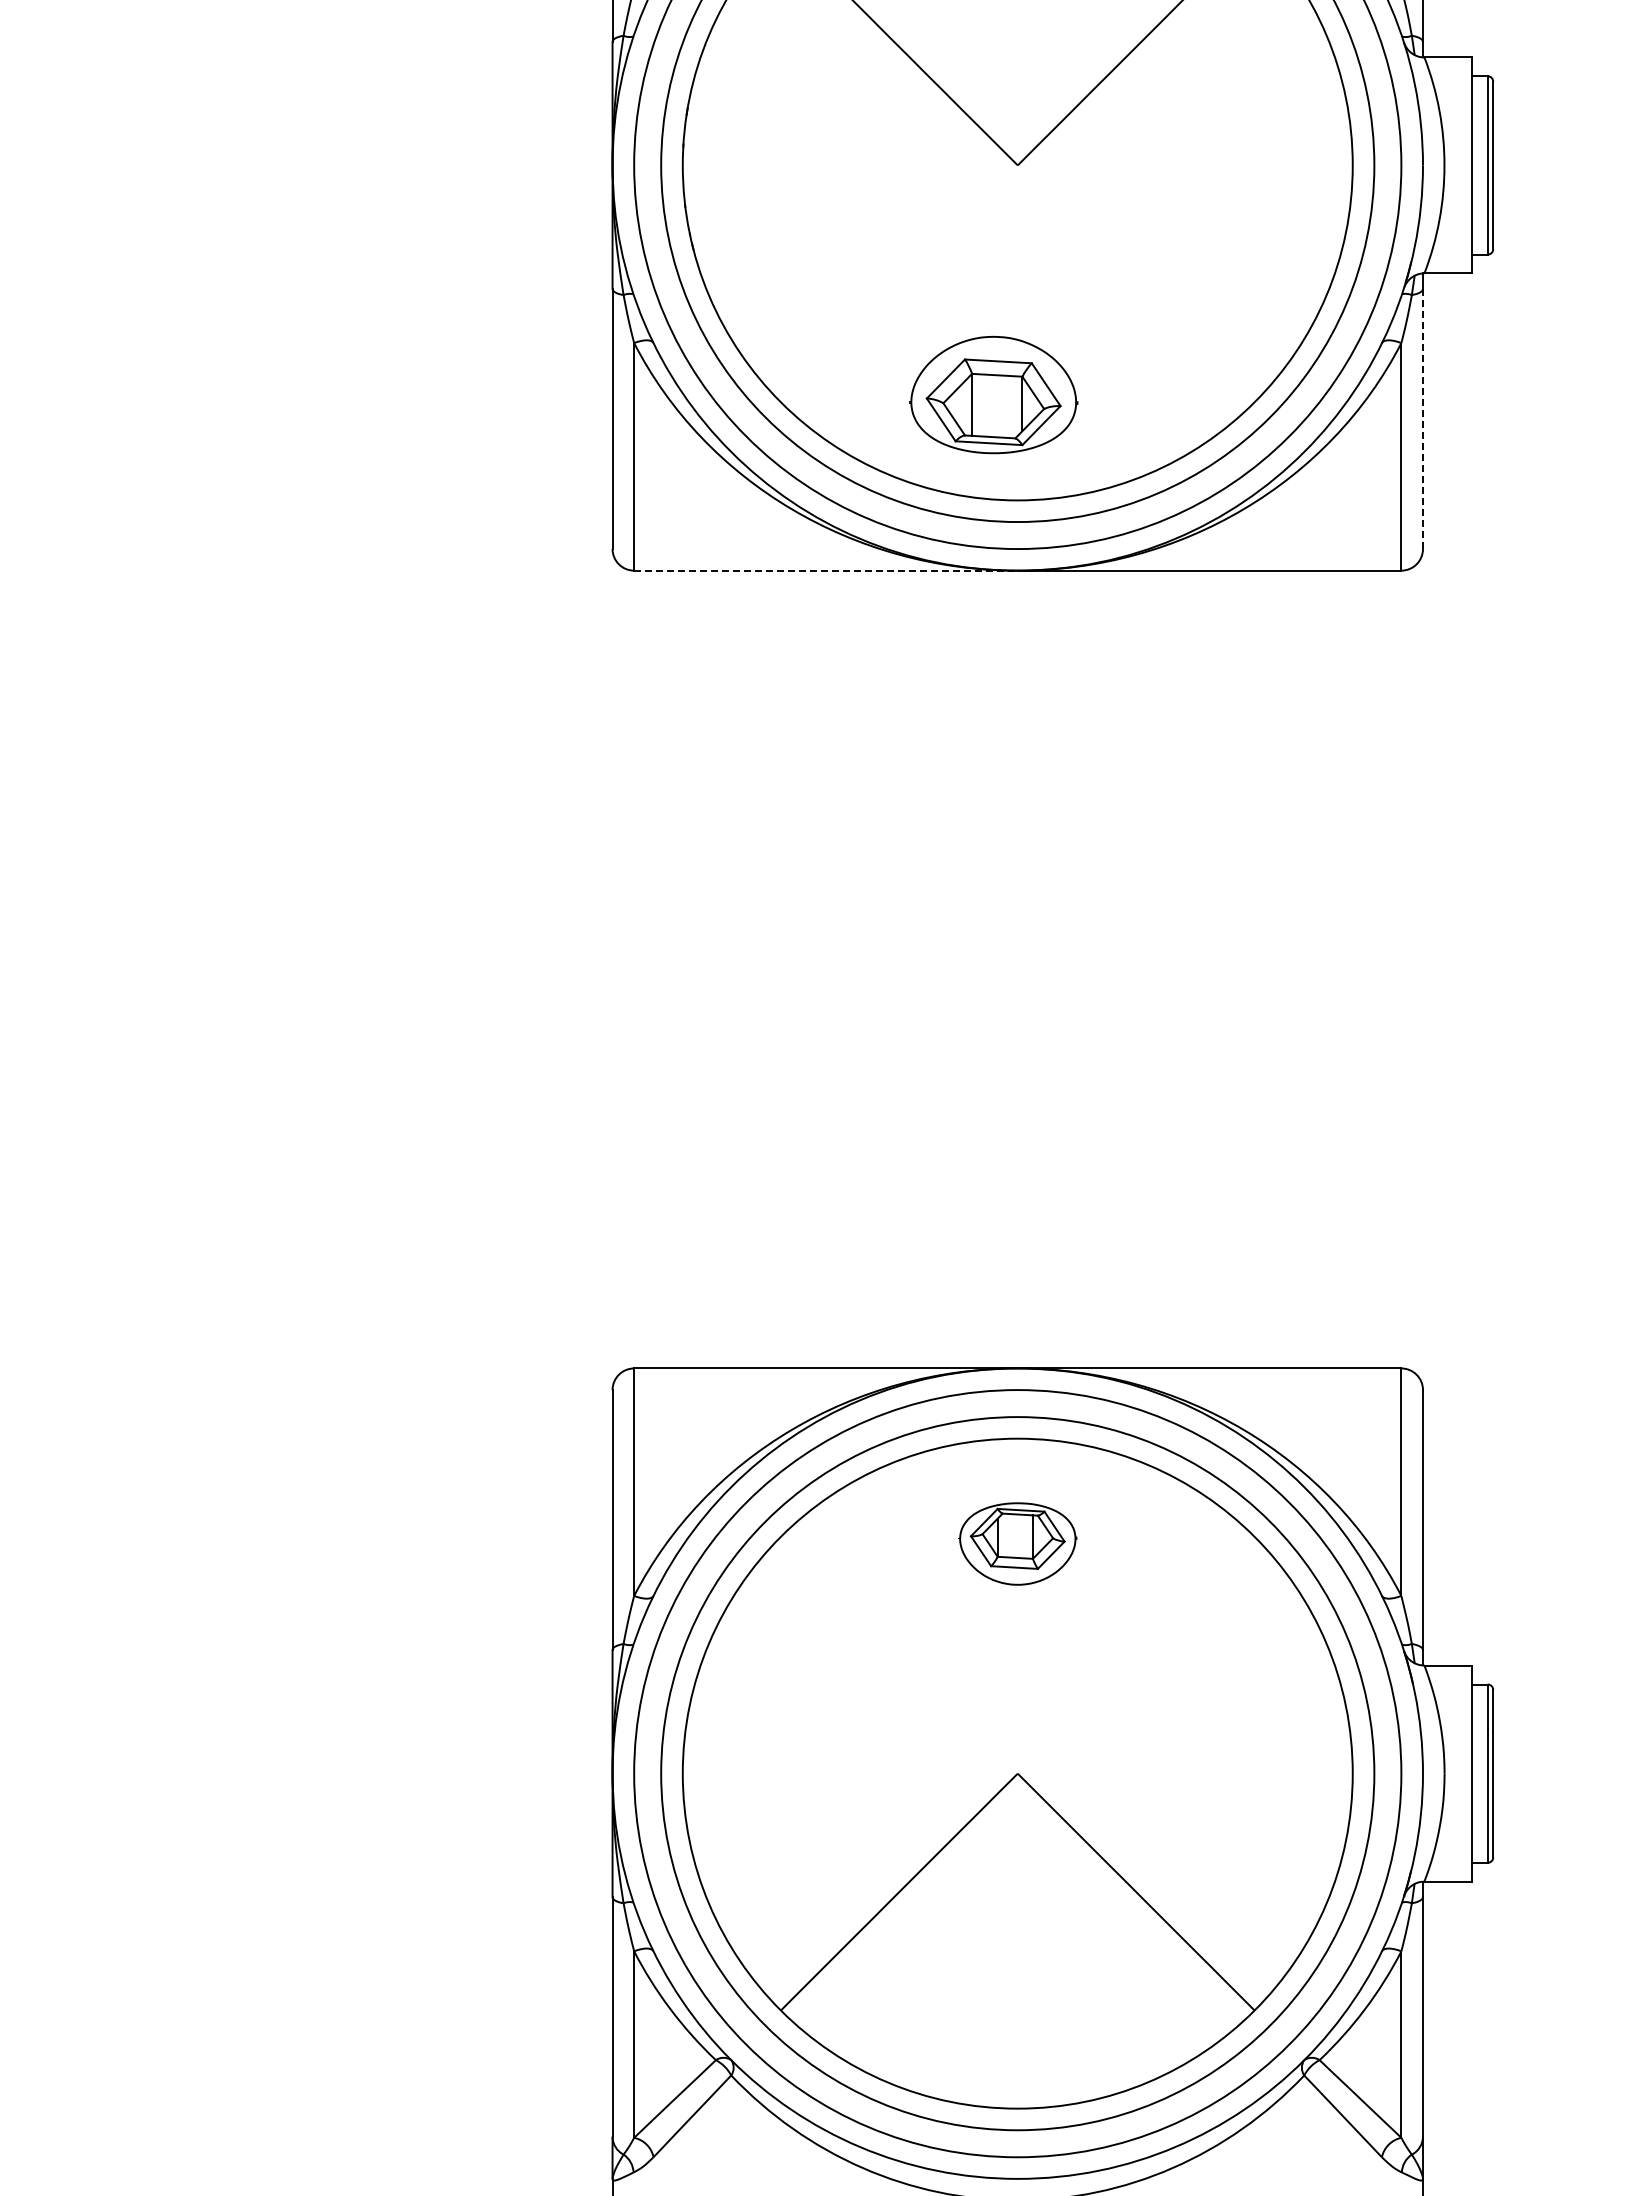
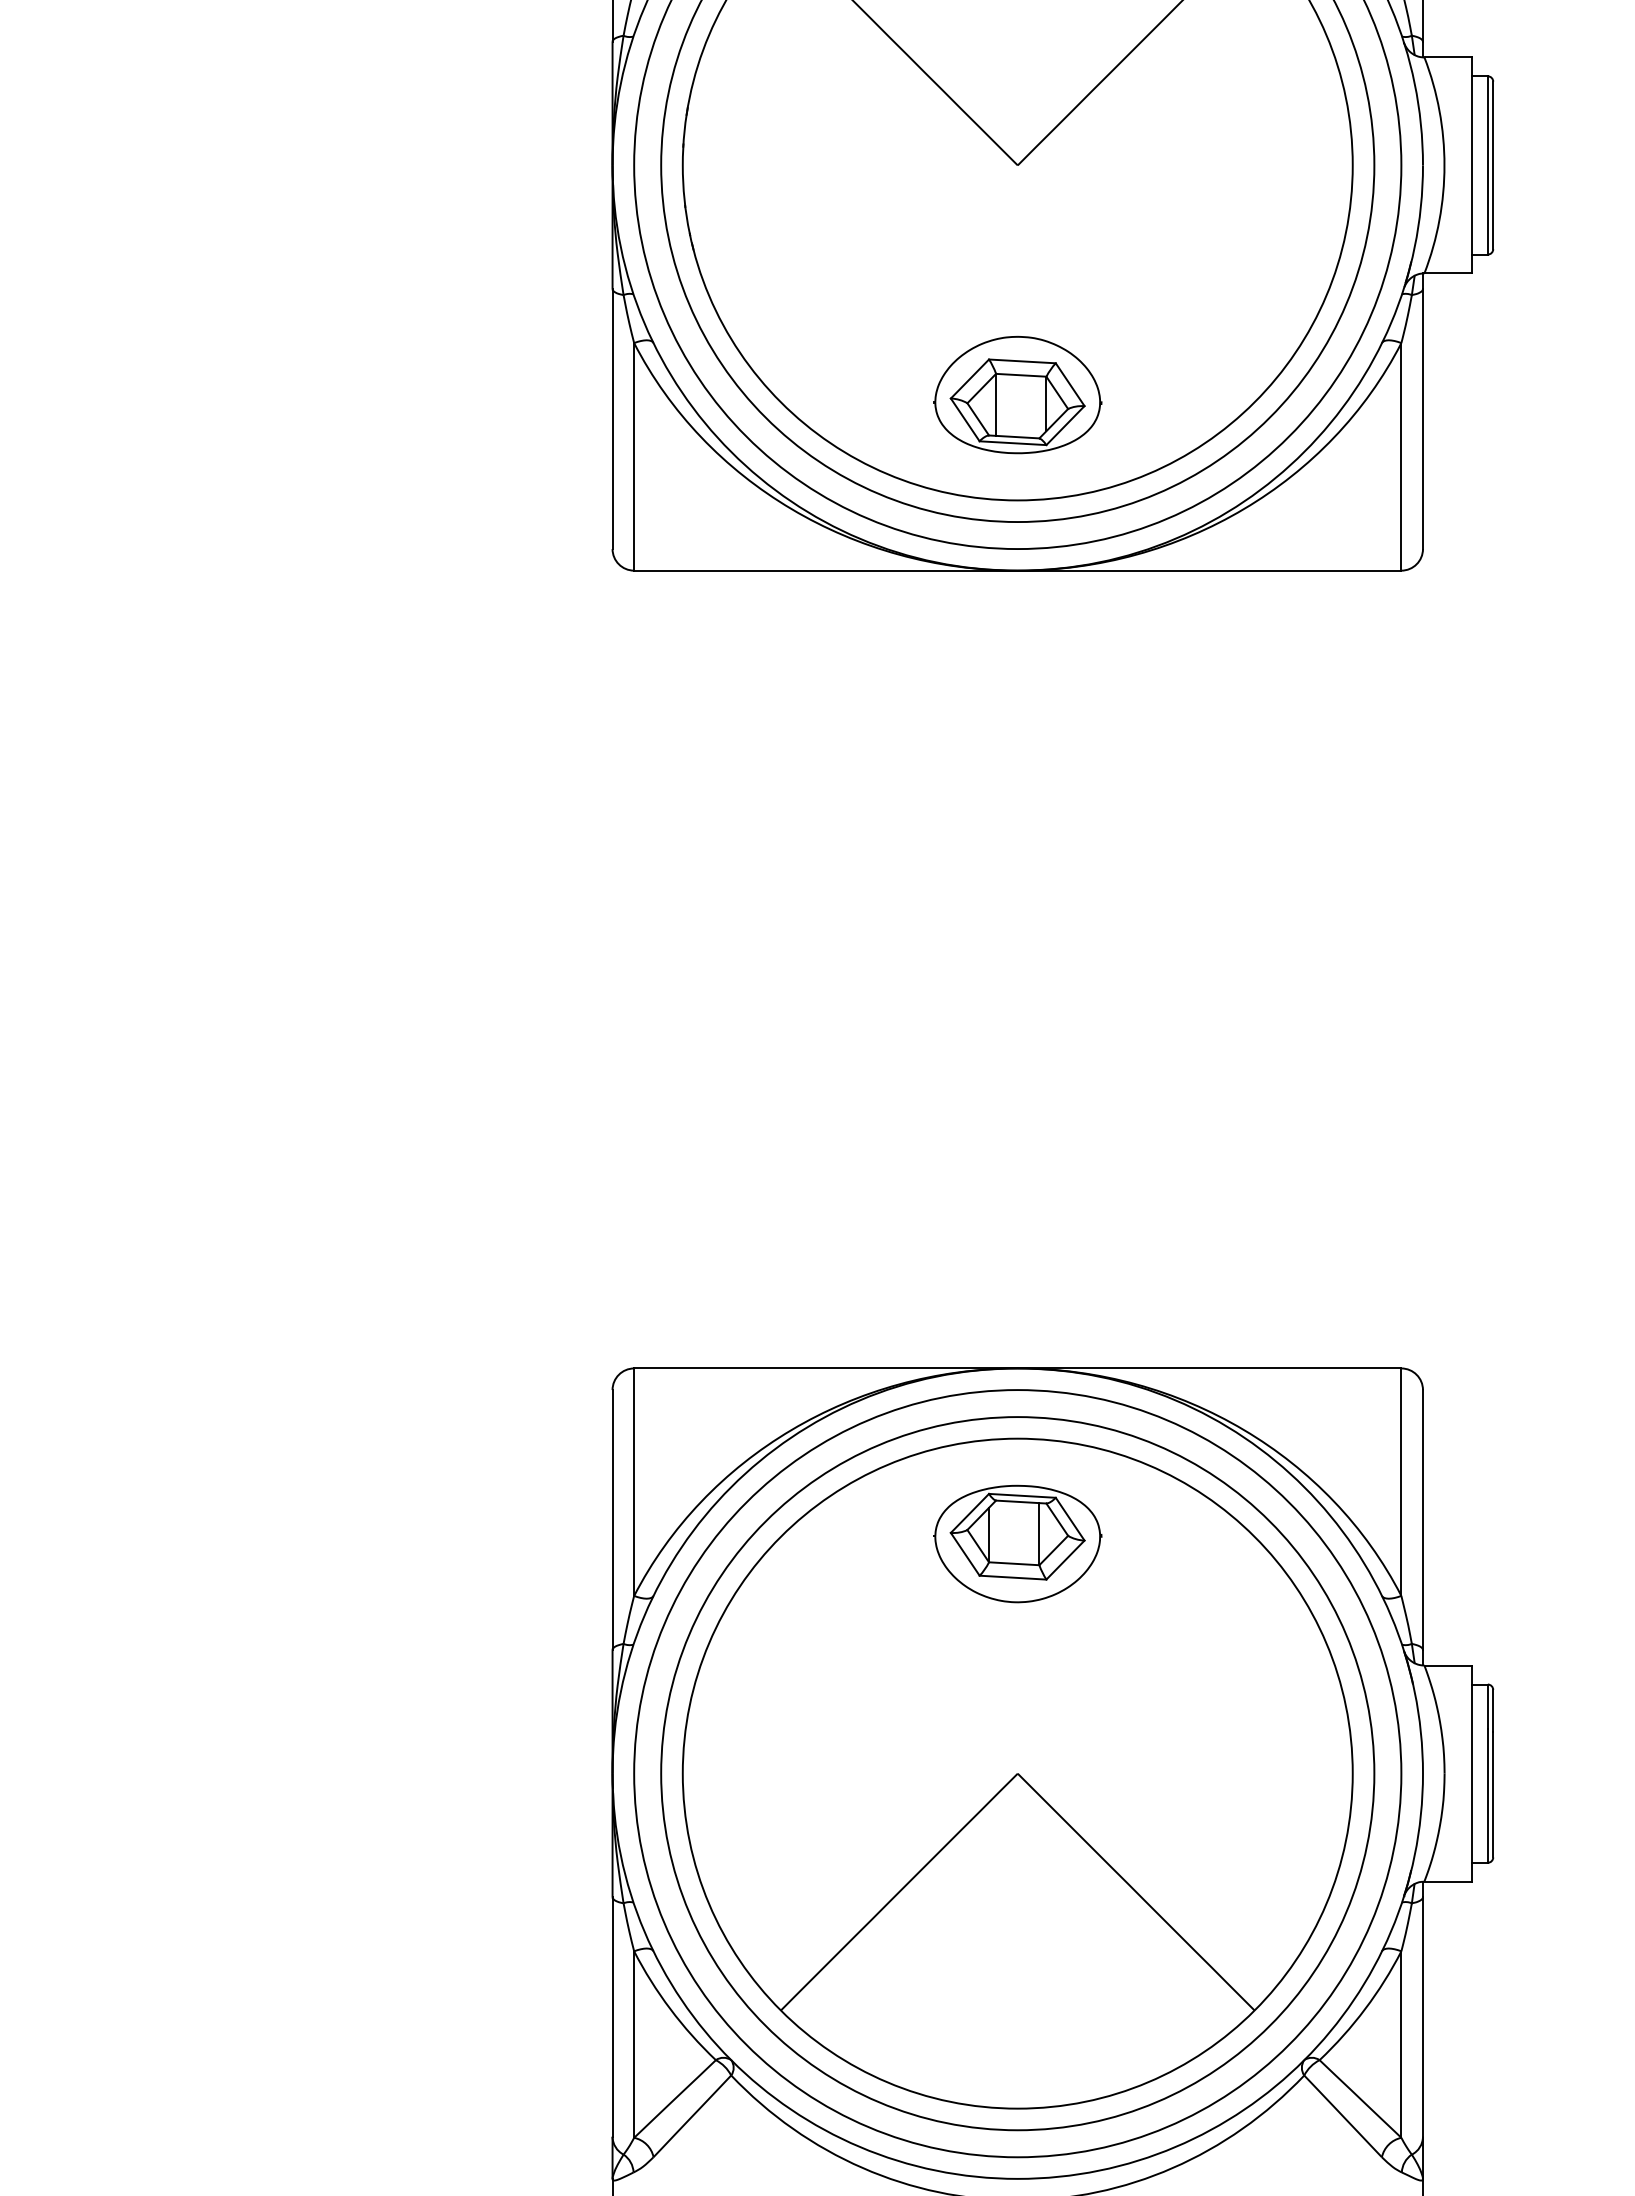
part at (993, 394) position: (993, 394) -> (1017, 394)
line at (1422, 419): dashed -> solid
line at (825, 570): dashed -> solid
part at (1017, 1543) size: 120x84 px -> 170x120 px
